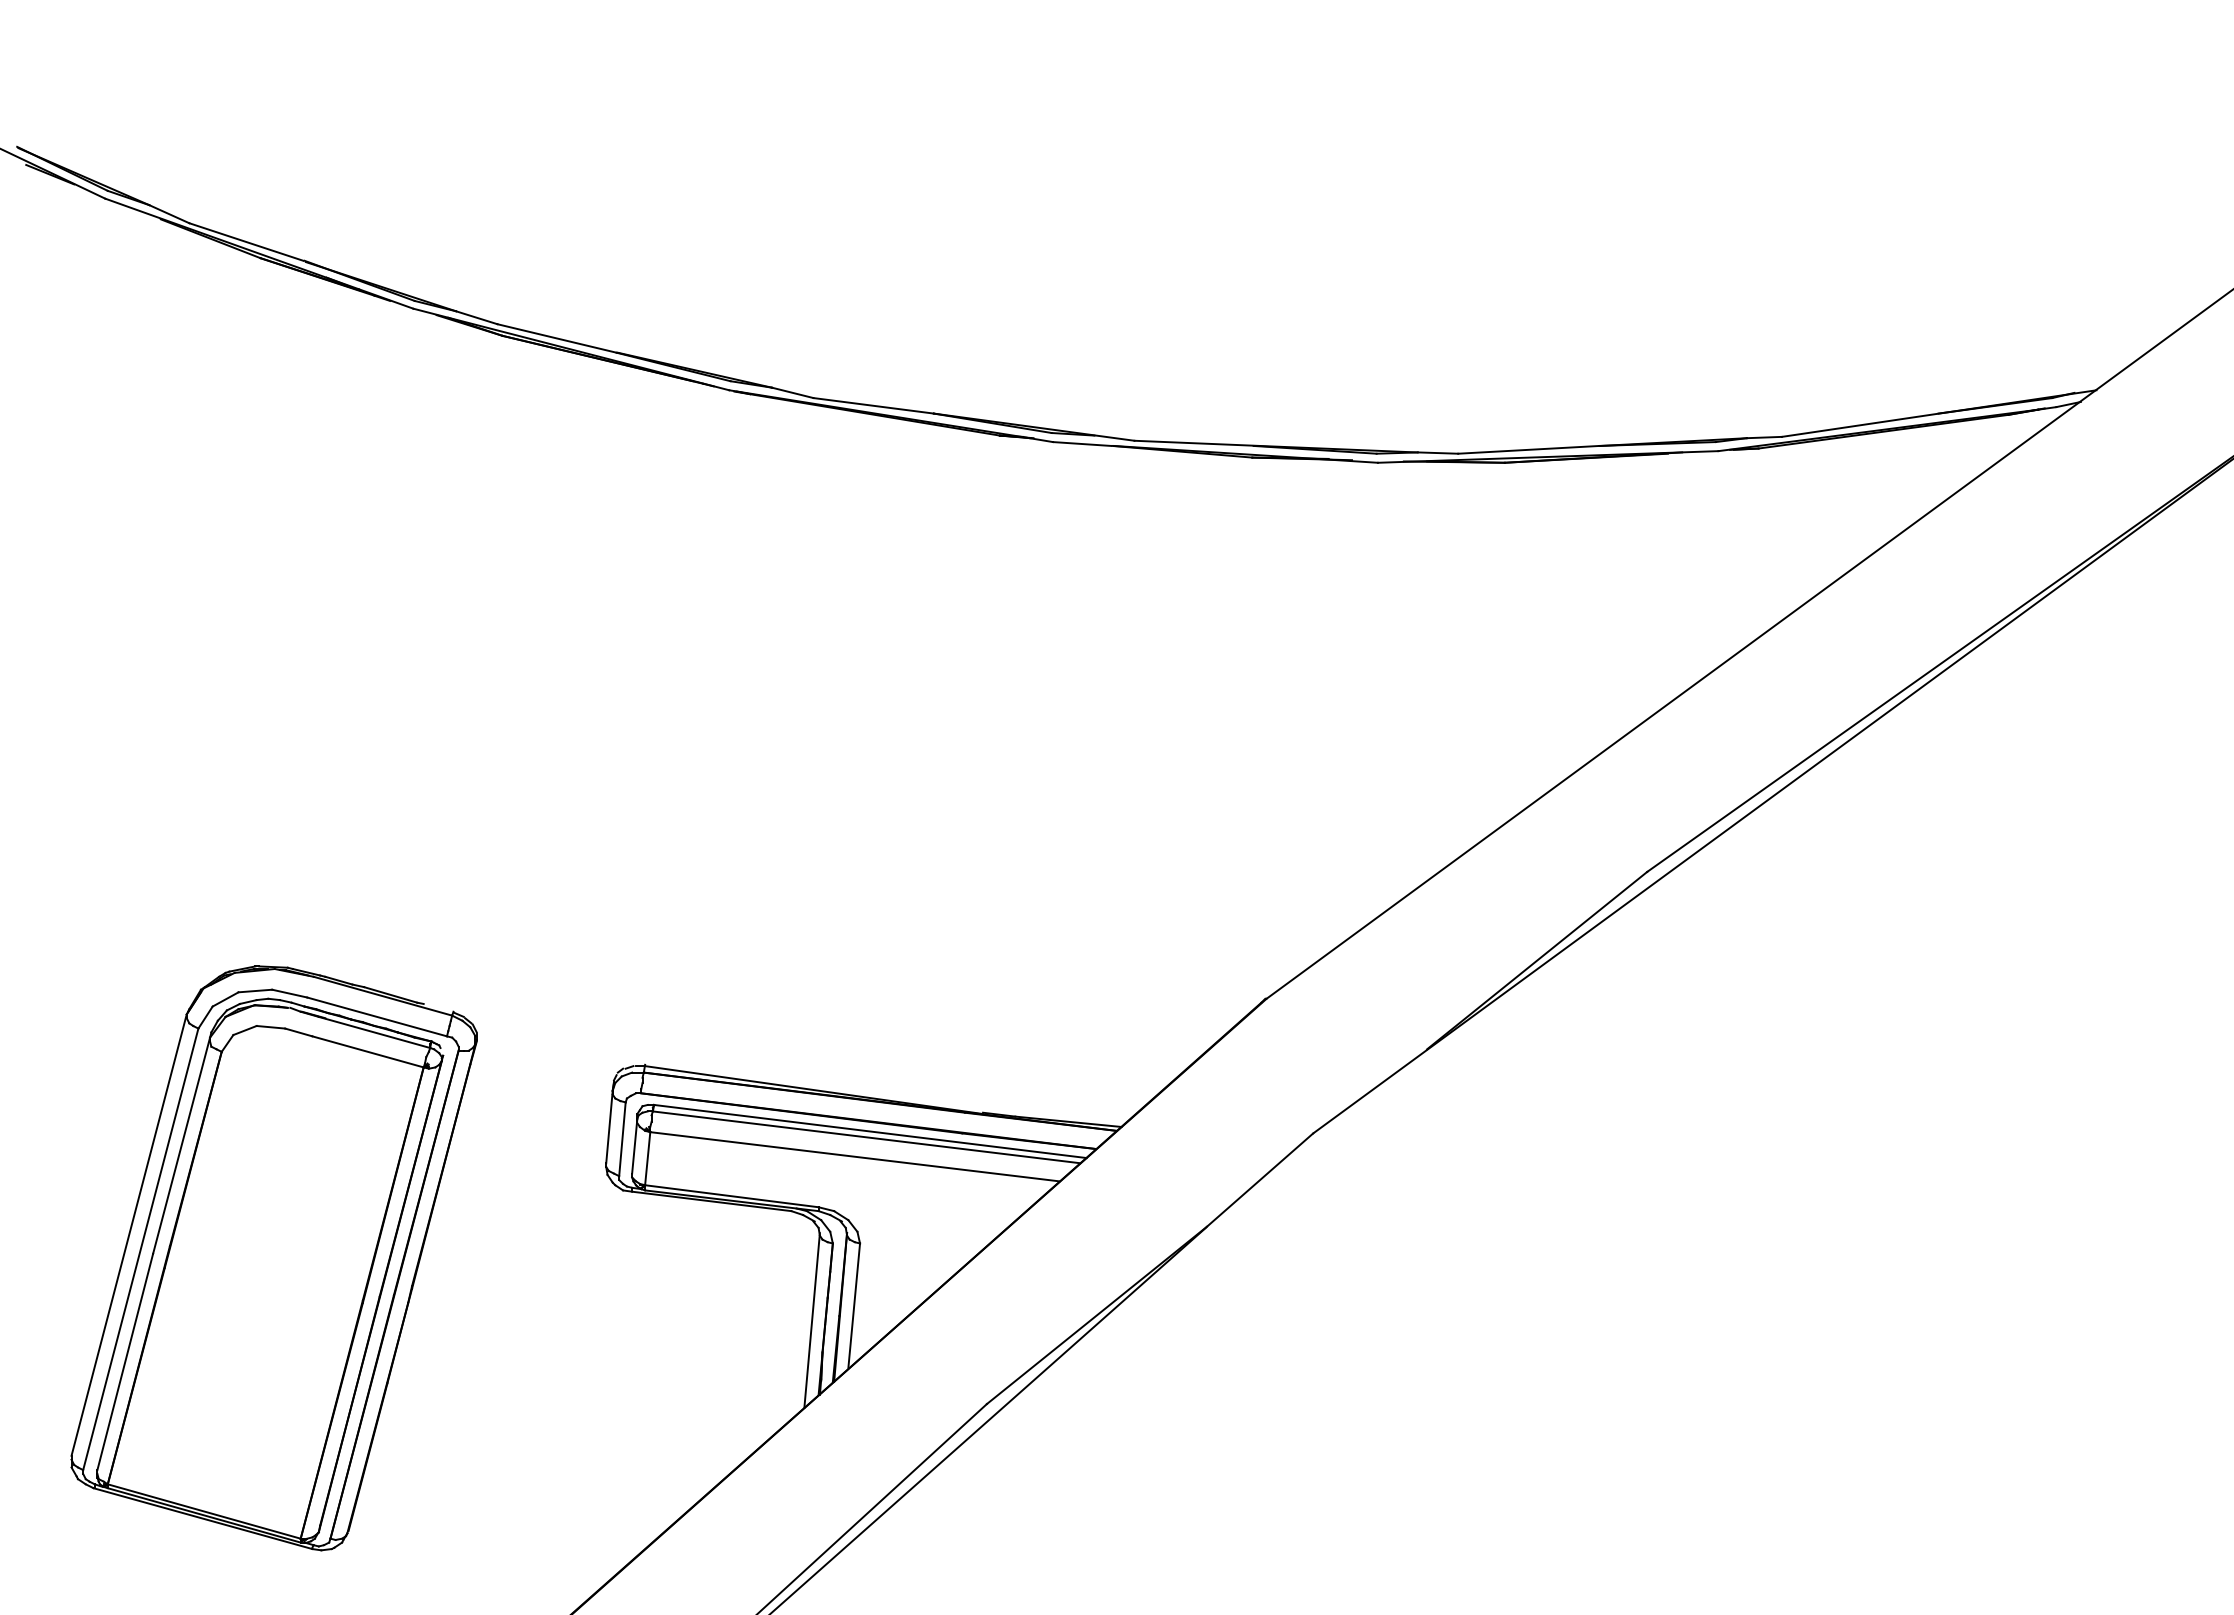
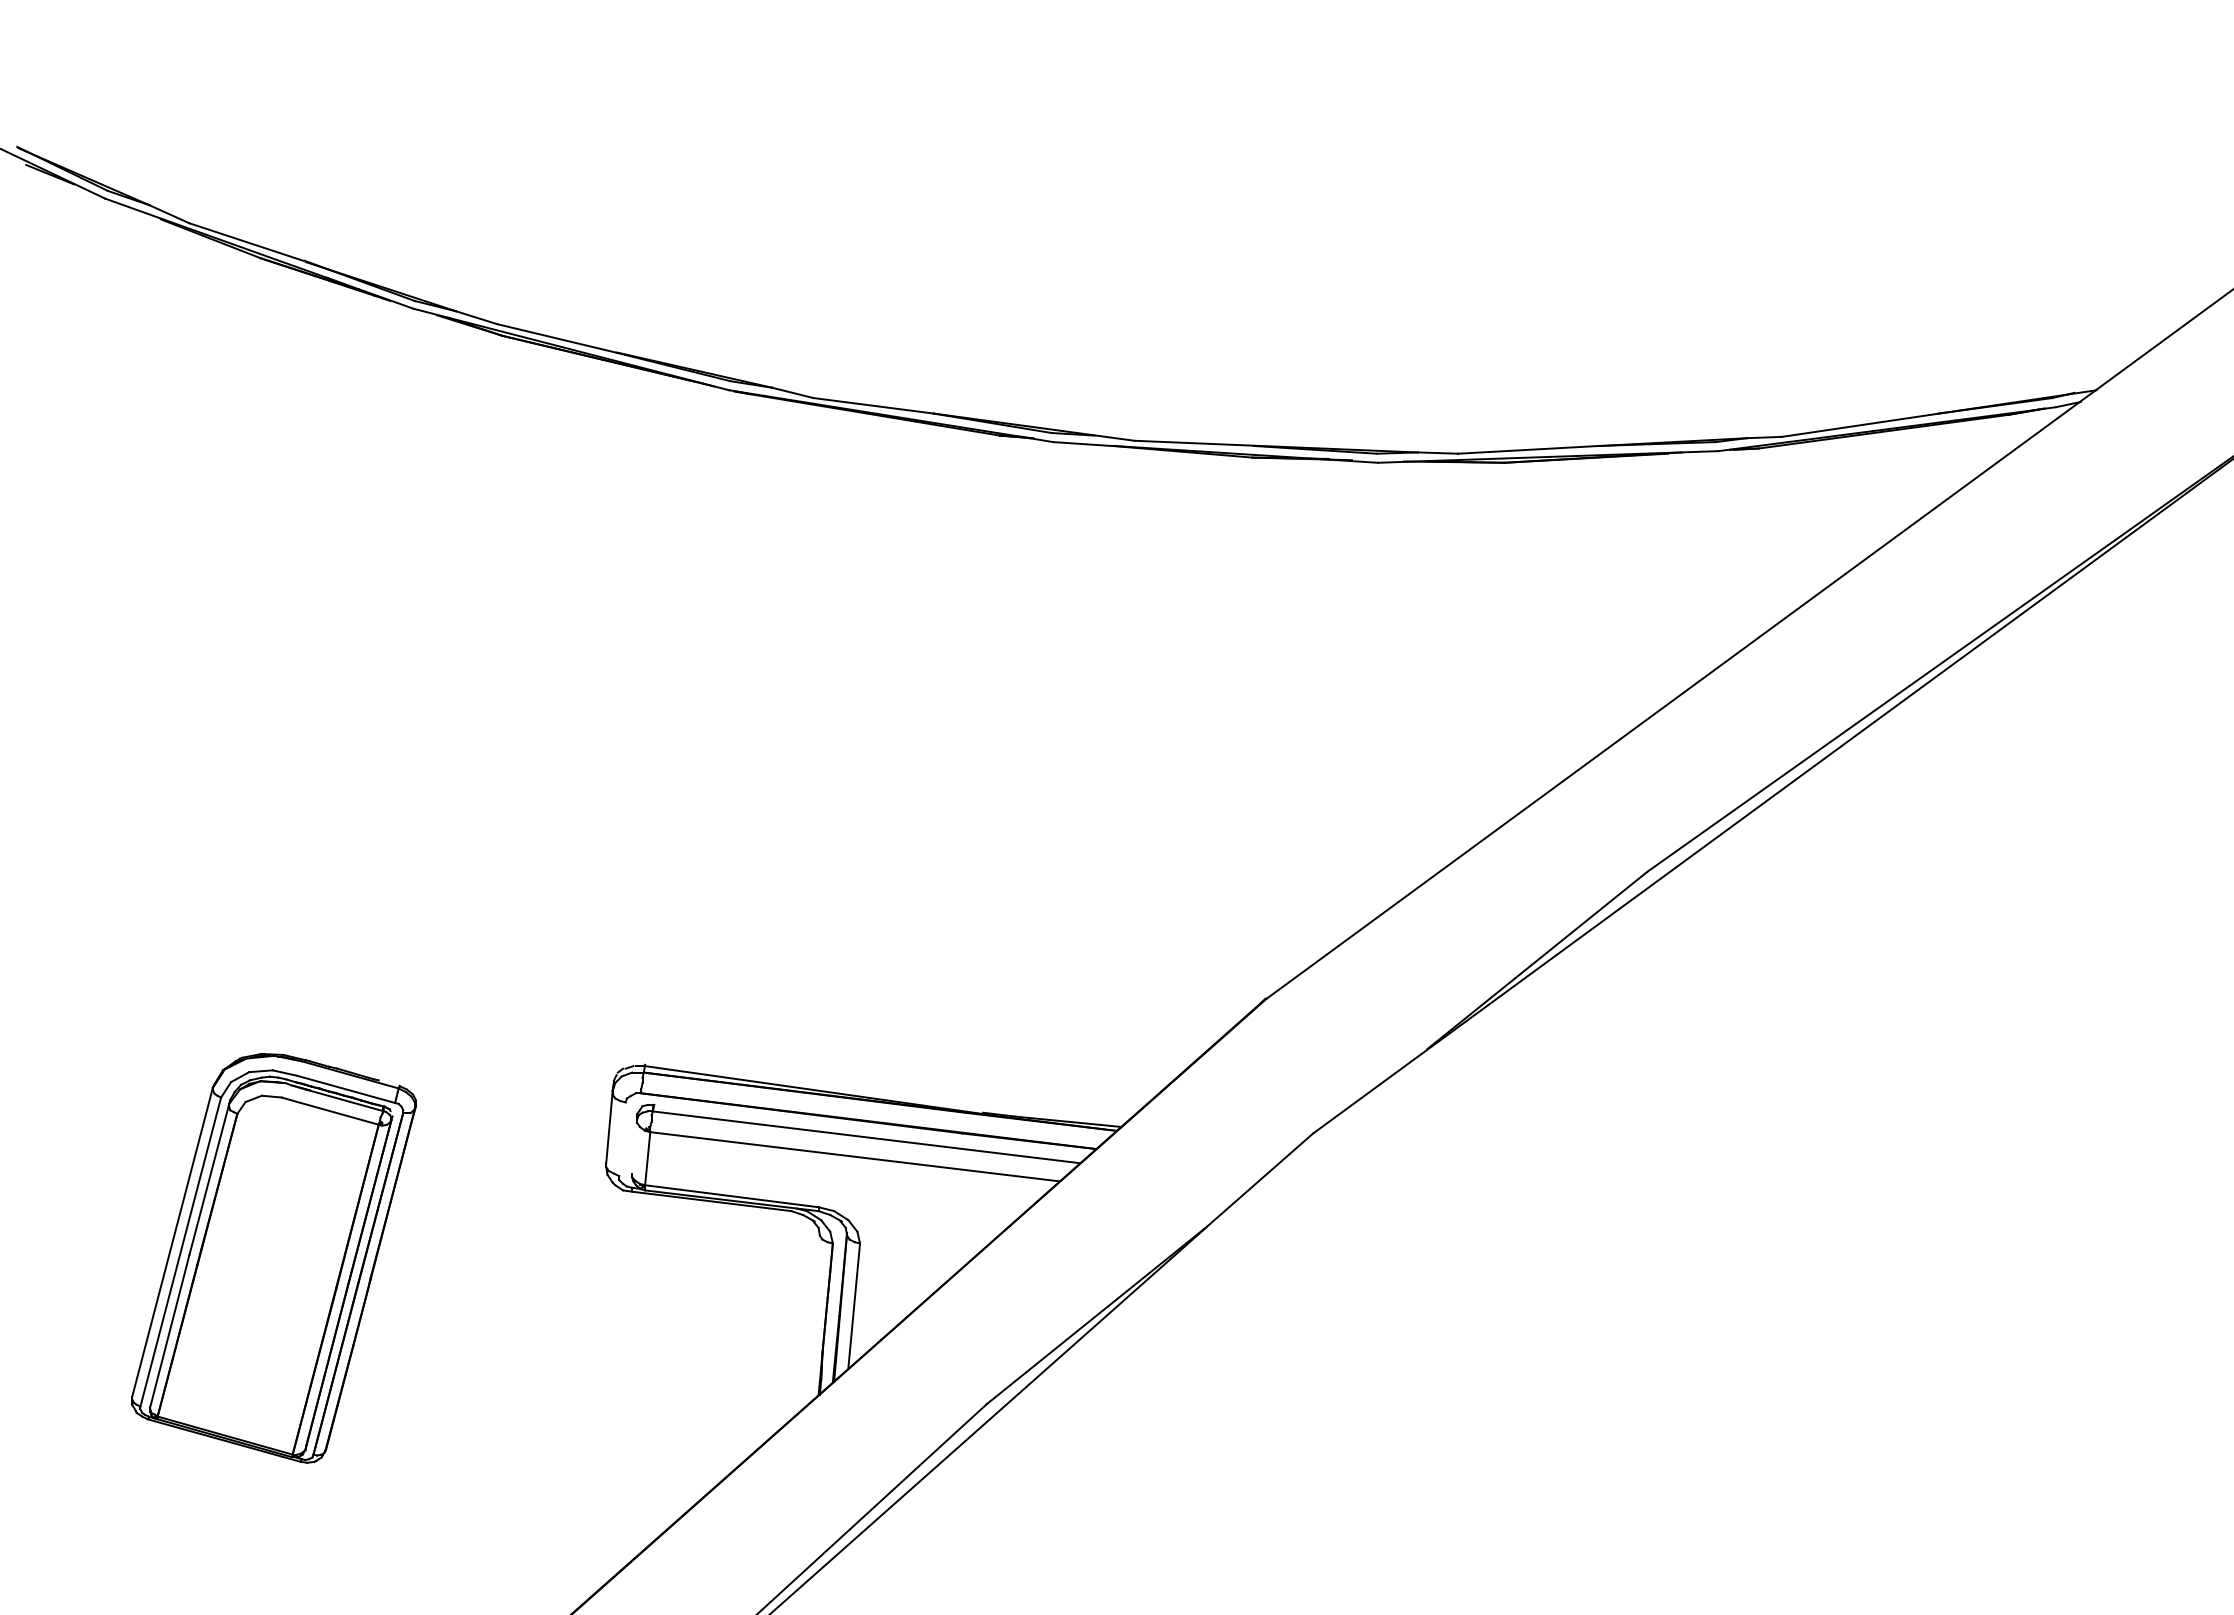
line at (870, 1131): present -> none
line at (622, 1139): present -> none
line at (634, 1146): present -> none
part at (273, 1258) size: 408x587 px -> 286x411 px
line at (811, 1320): present -> none
